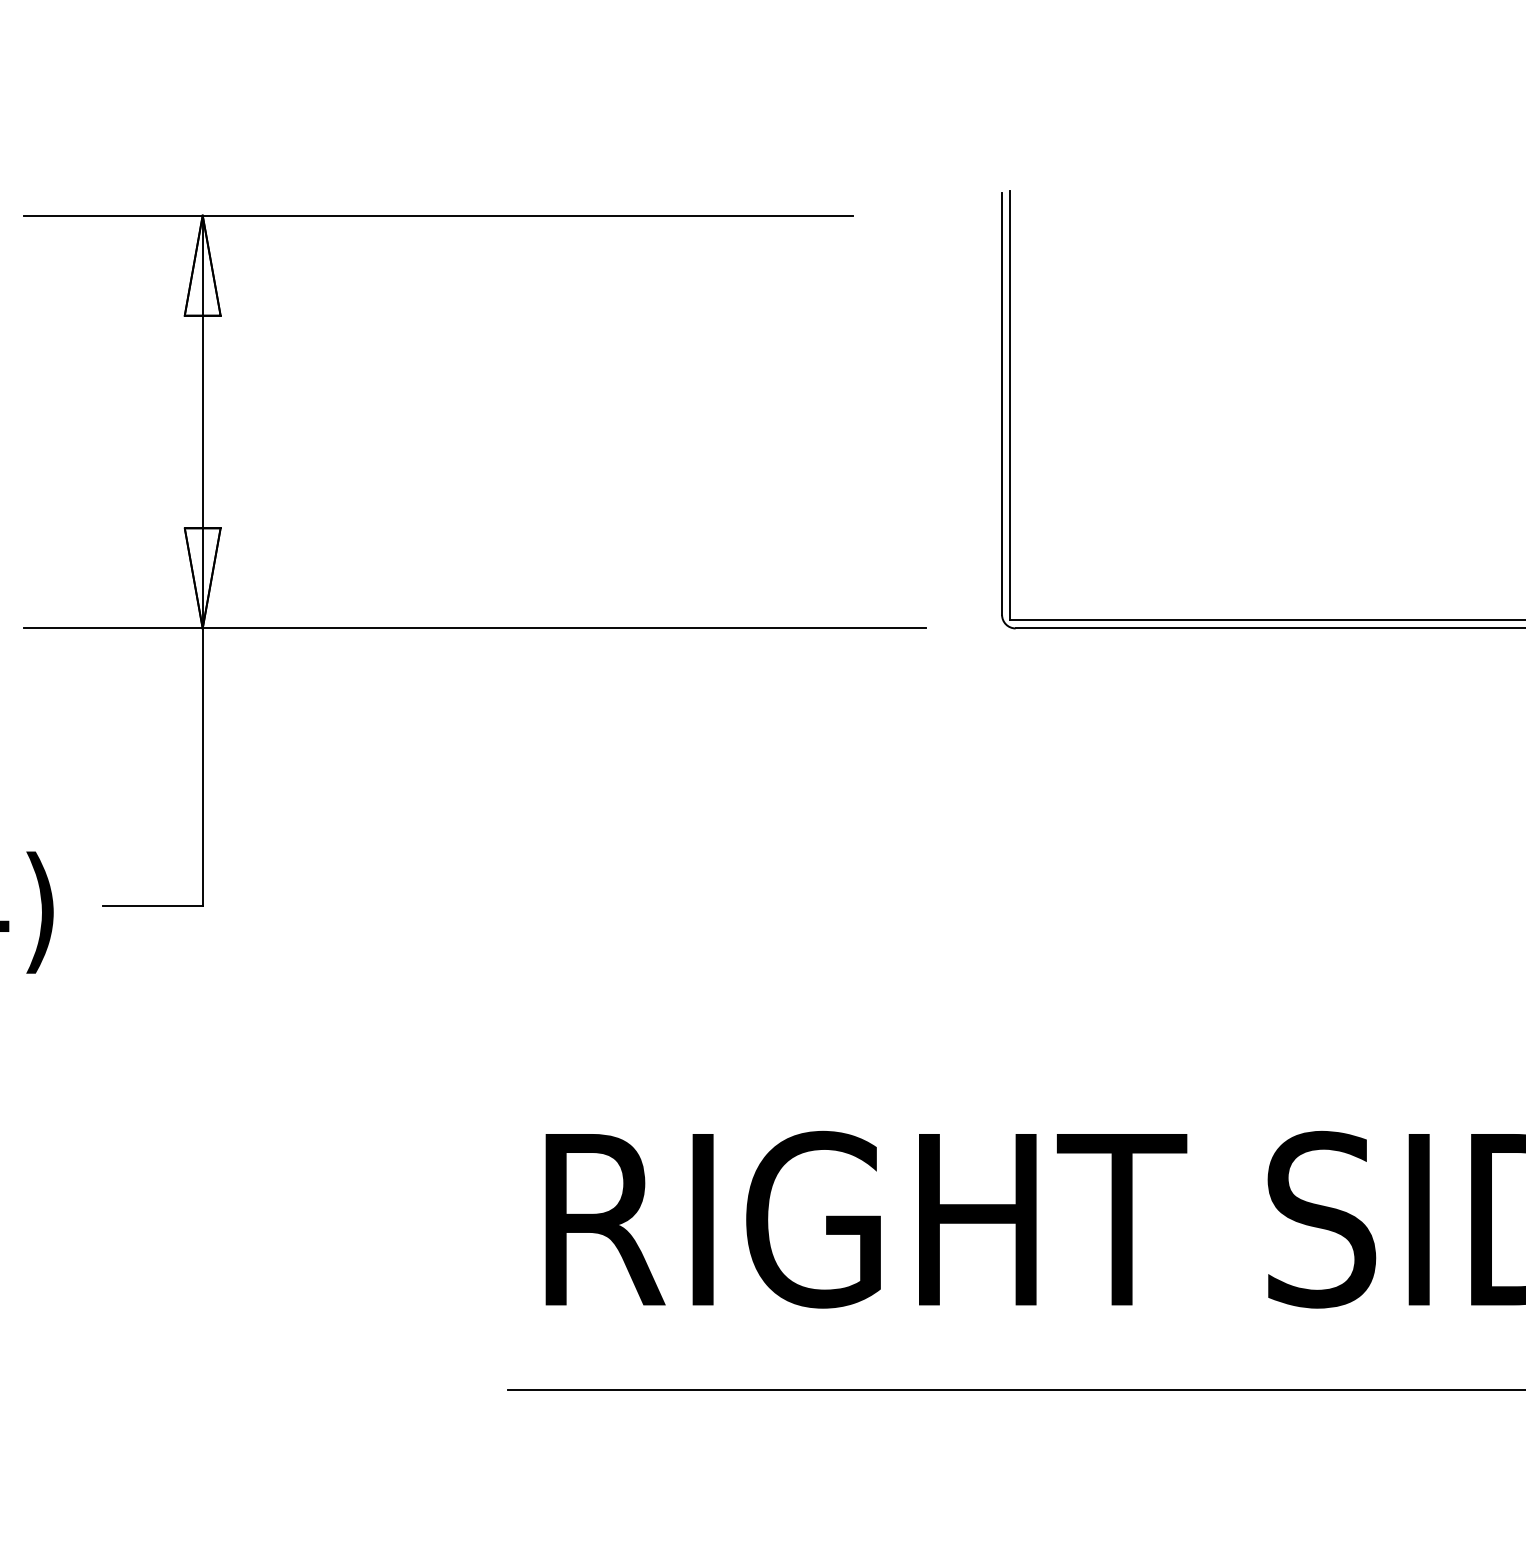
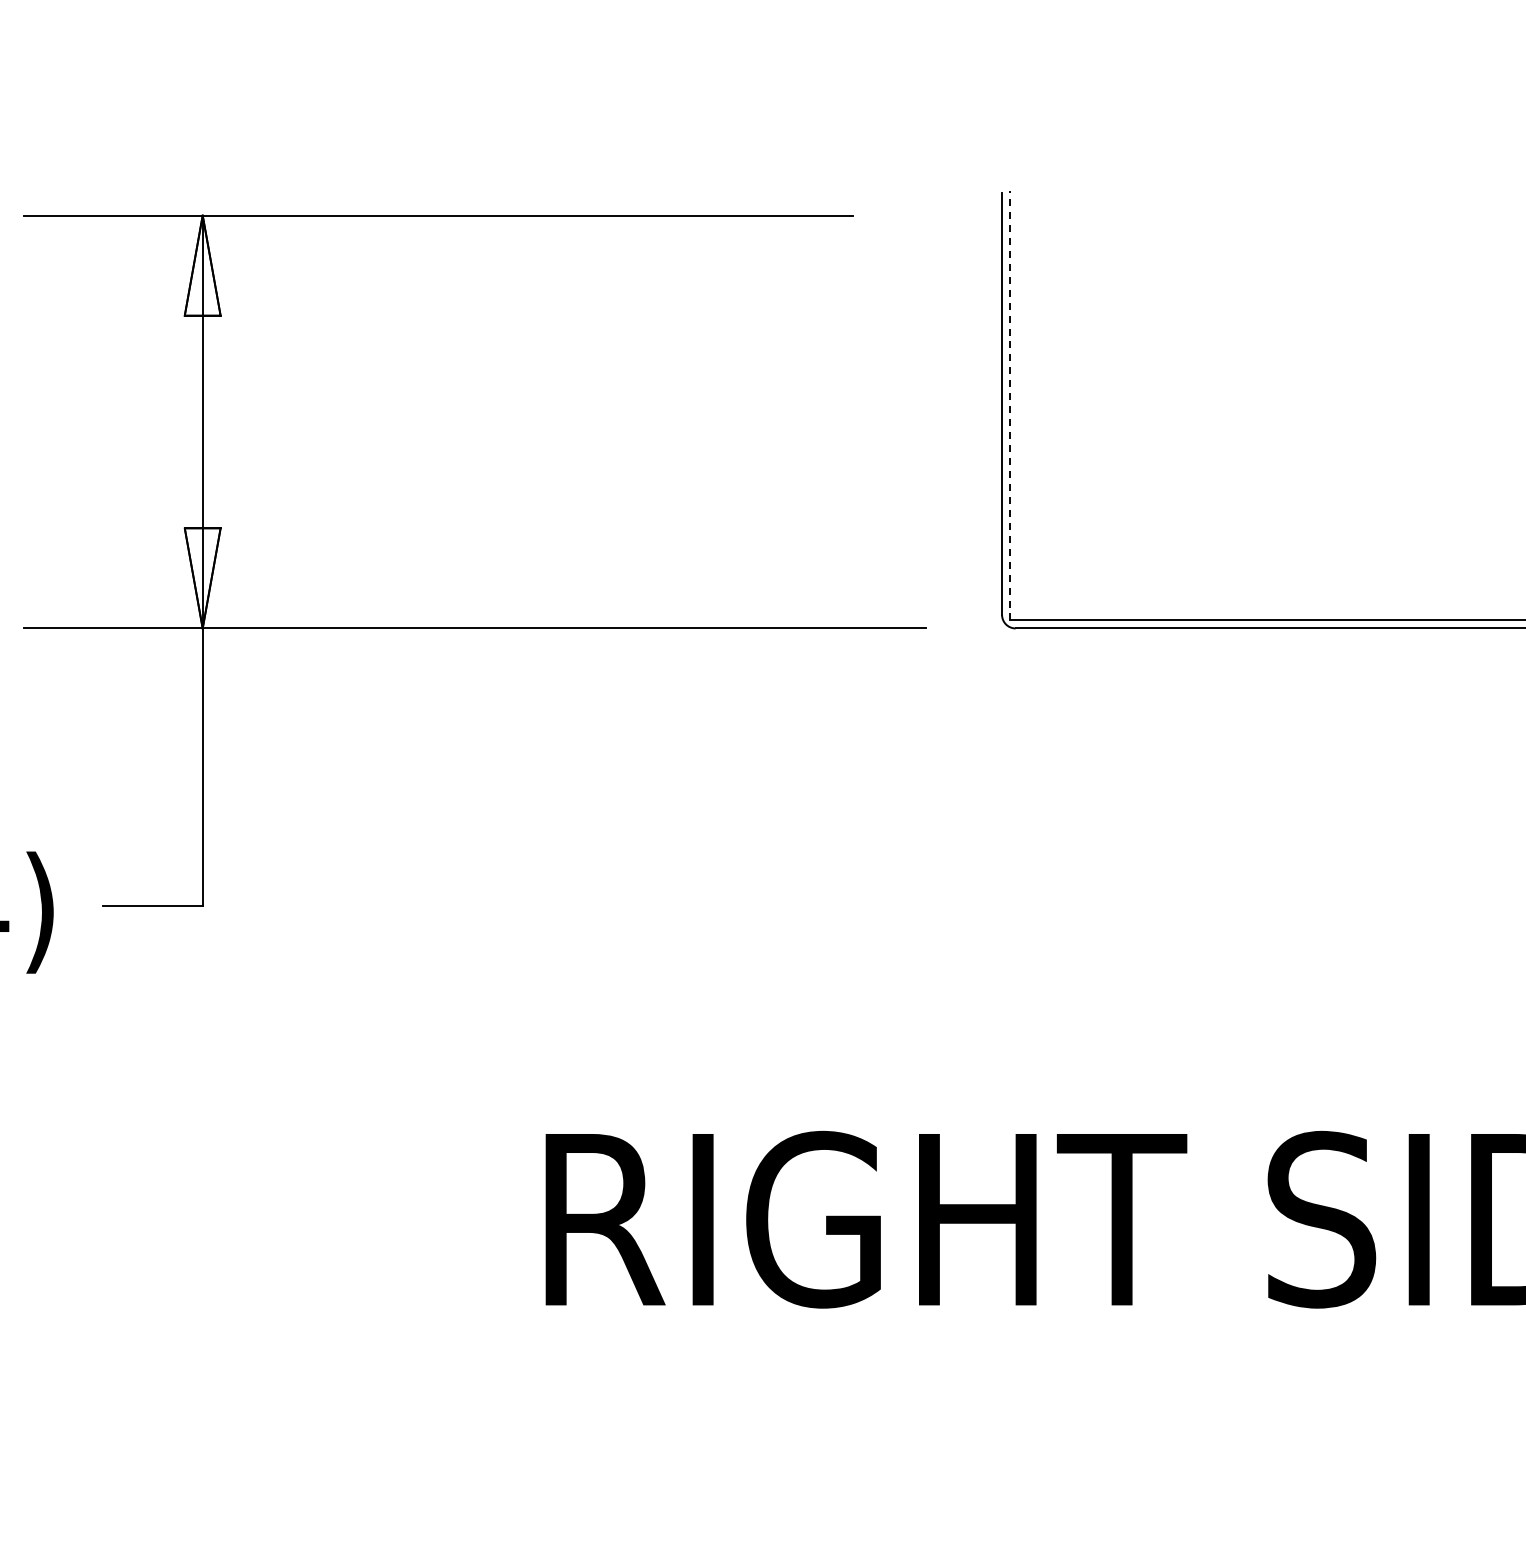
line at (1010, 405): solid -> dashed
line at (1014, 1389): present -> none
